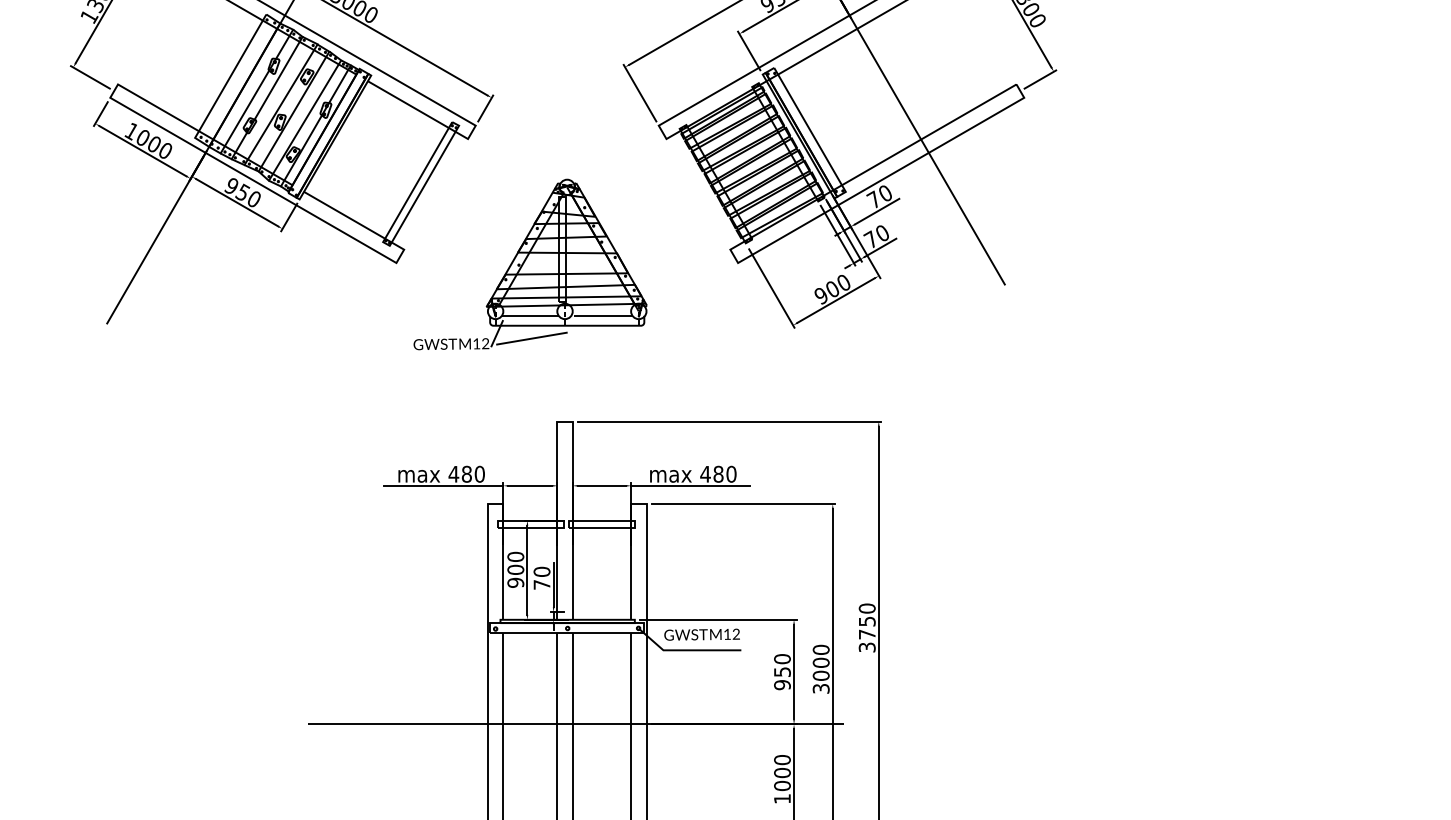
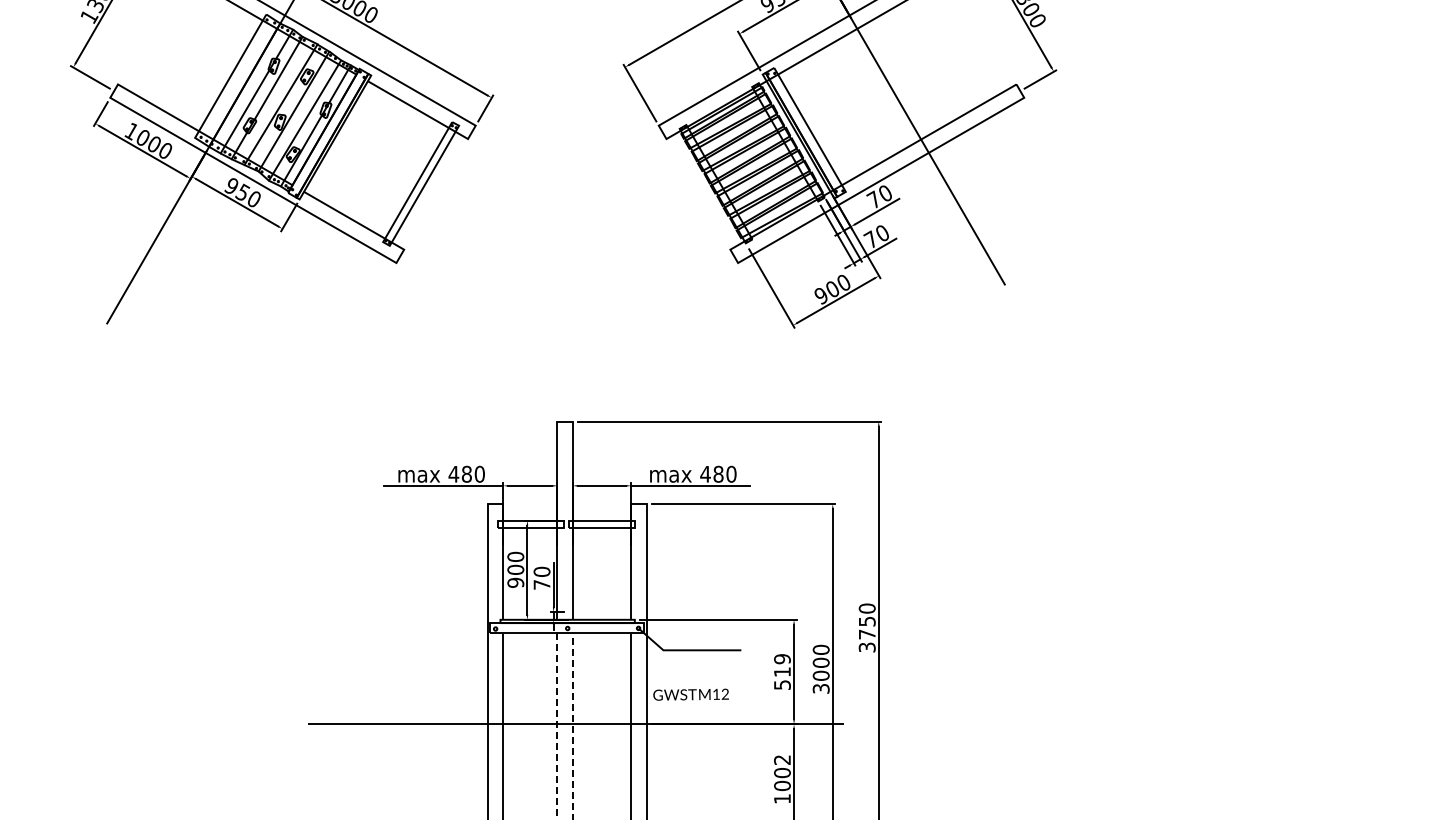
part at (530, 264): present -> none
text at (701, 634) position: (701, 634) -> (690, 694)
text at (782, 672): 950 -> 519
text at (782, 760): 1000 -> 1002
line at (572, 819): solid -> dashed
